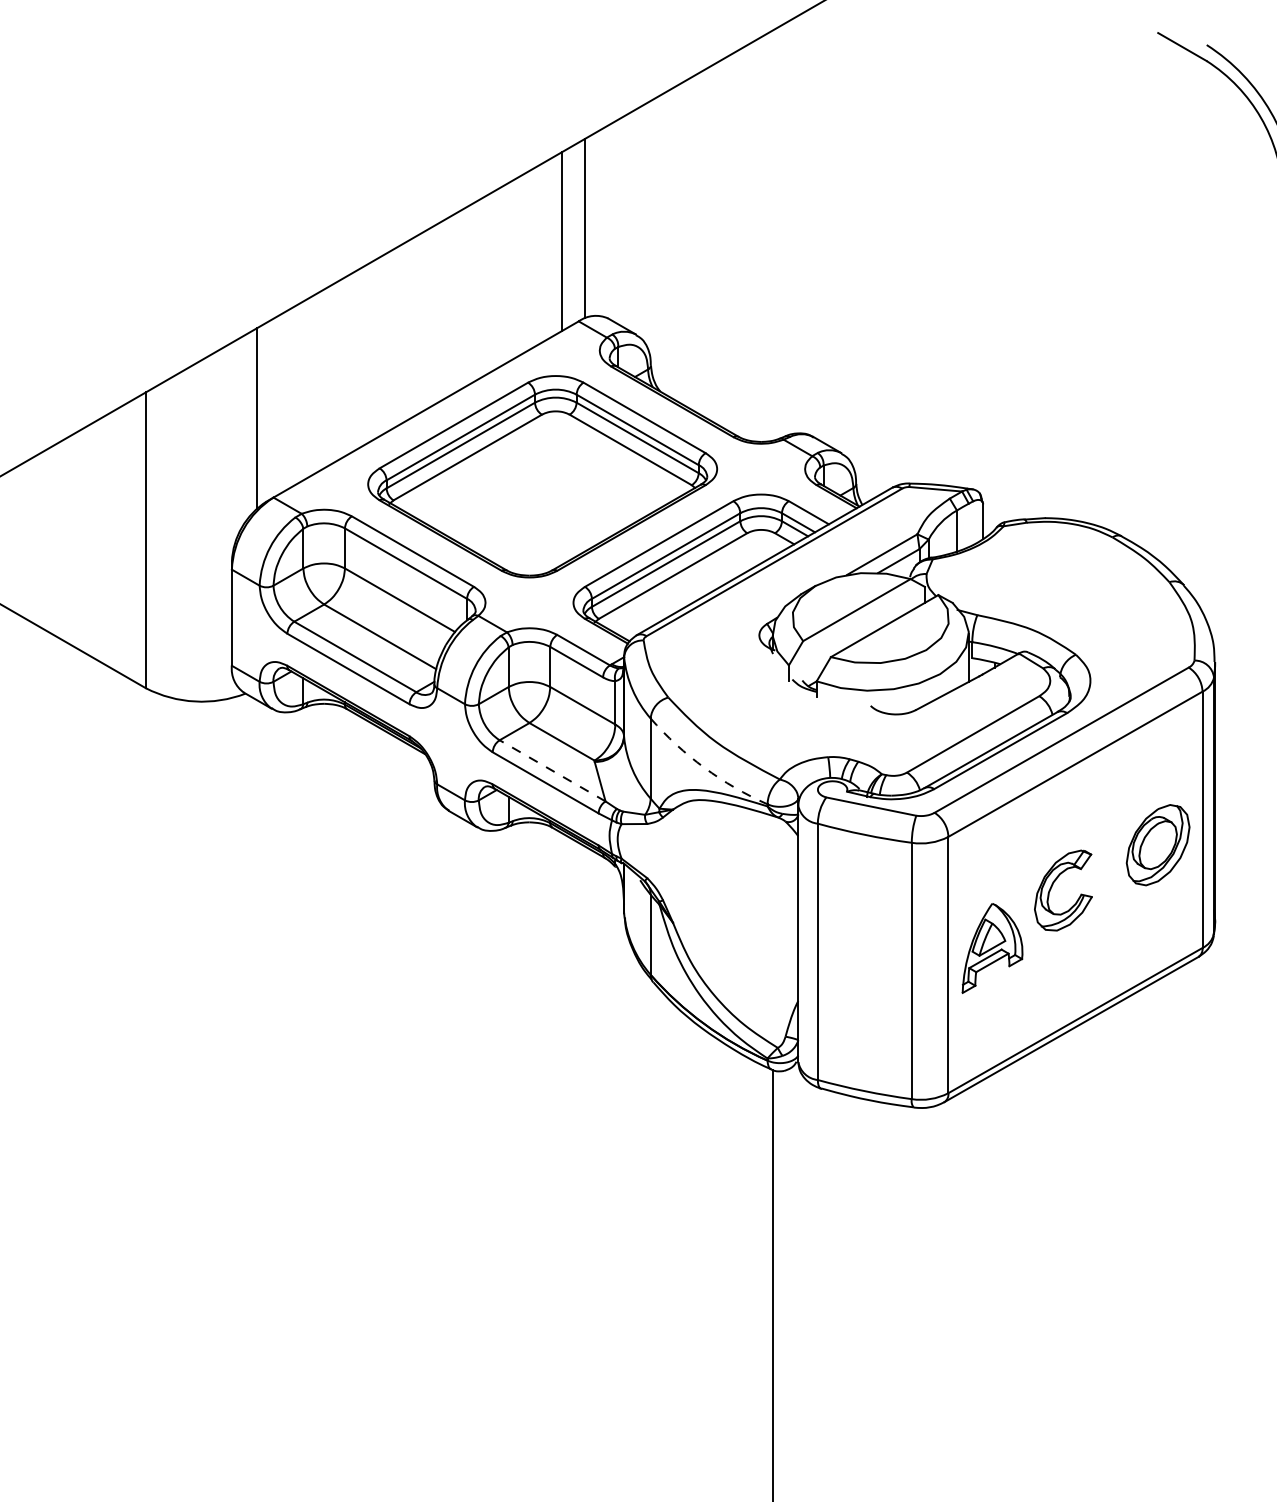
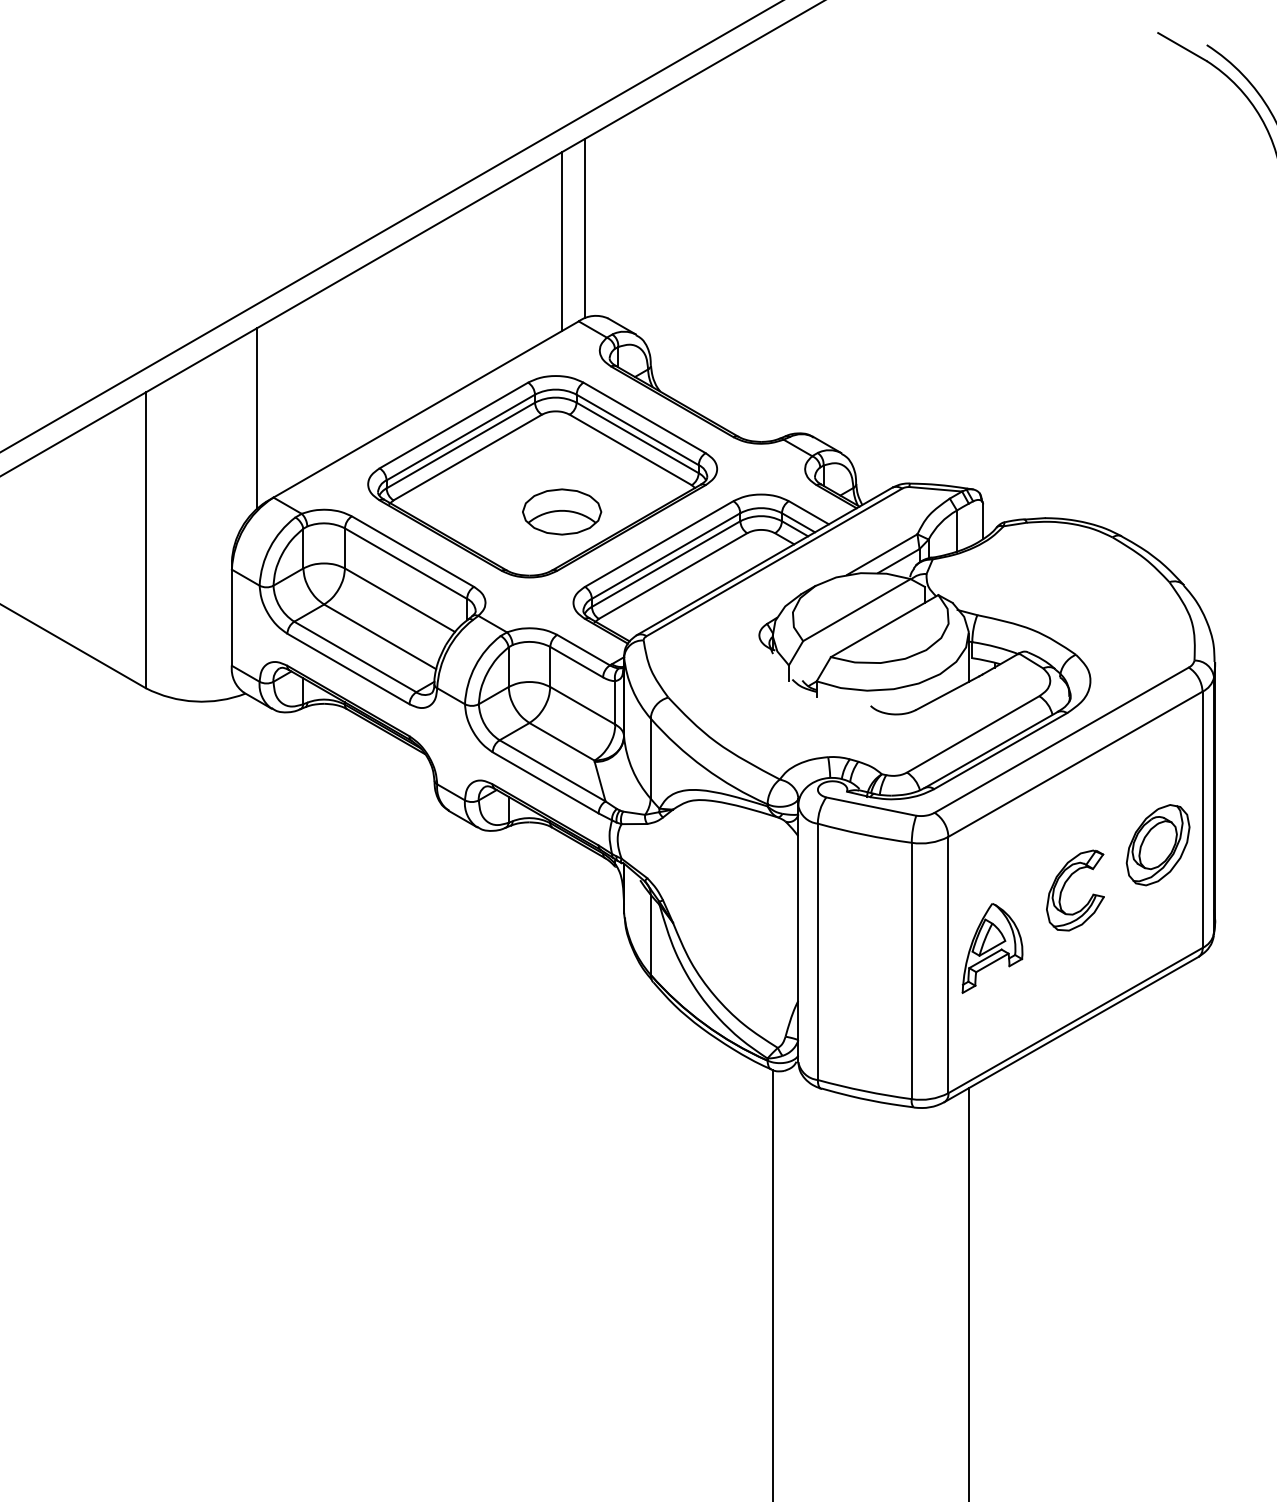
line at (391, 226): none -> present
part at (562, 511): none -> present
arc at (704, 767): dashed -> solid
line at (552, 770): dashed -> solid
part at (1052, 887) position: (1052, 887) -> (1064, 887)
line at (968, 1293): none -> present
